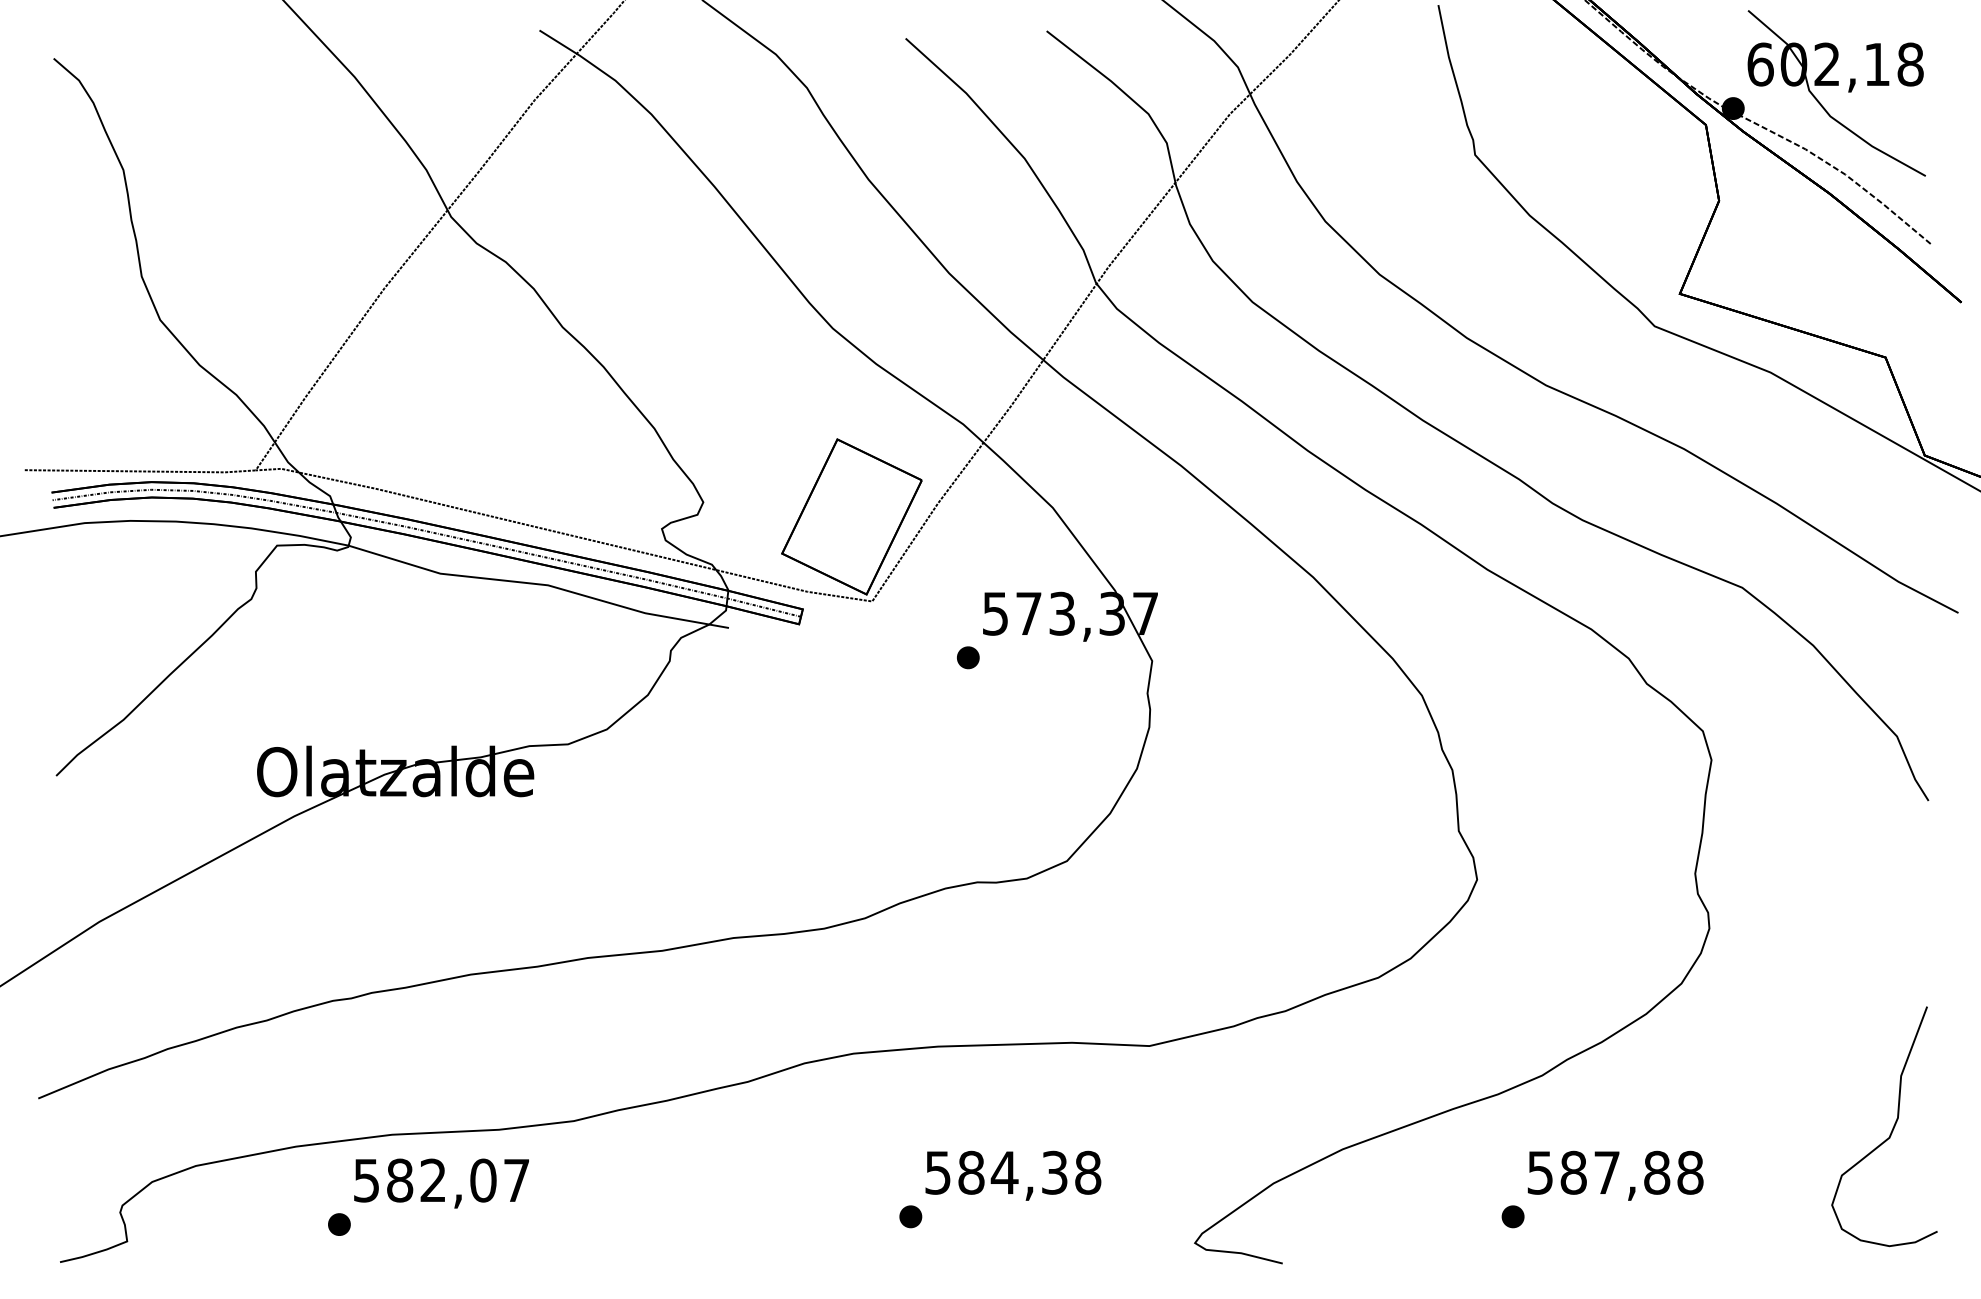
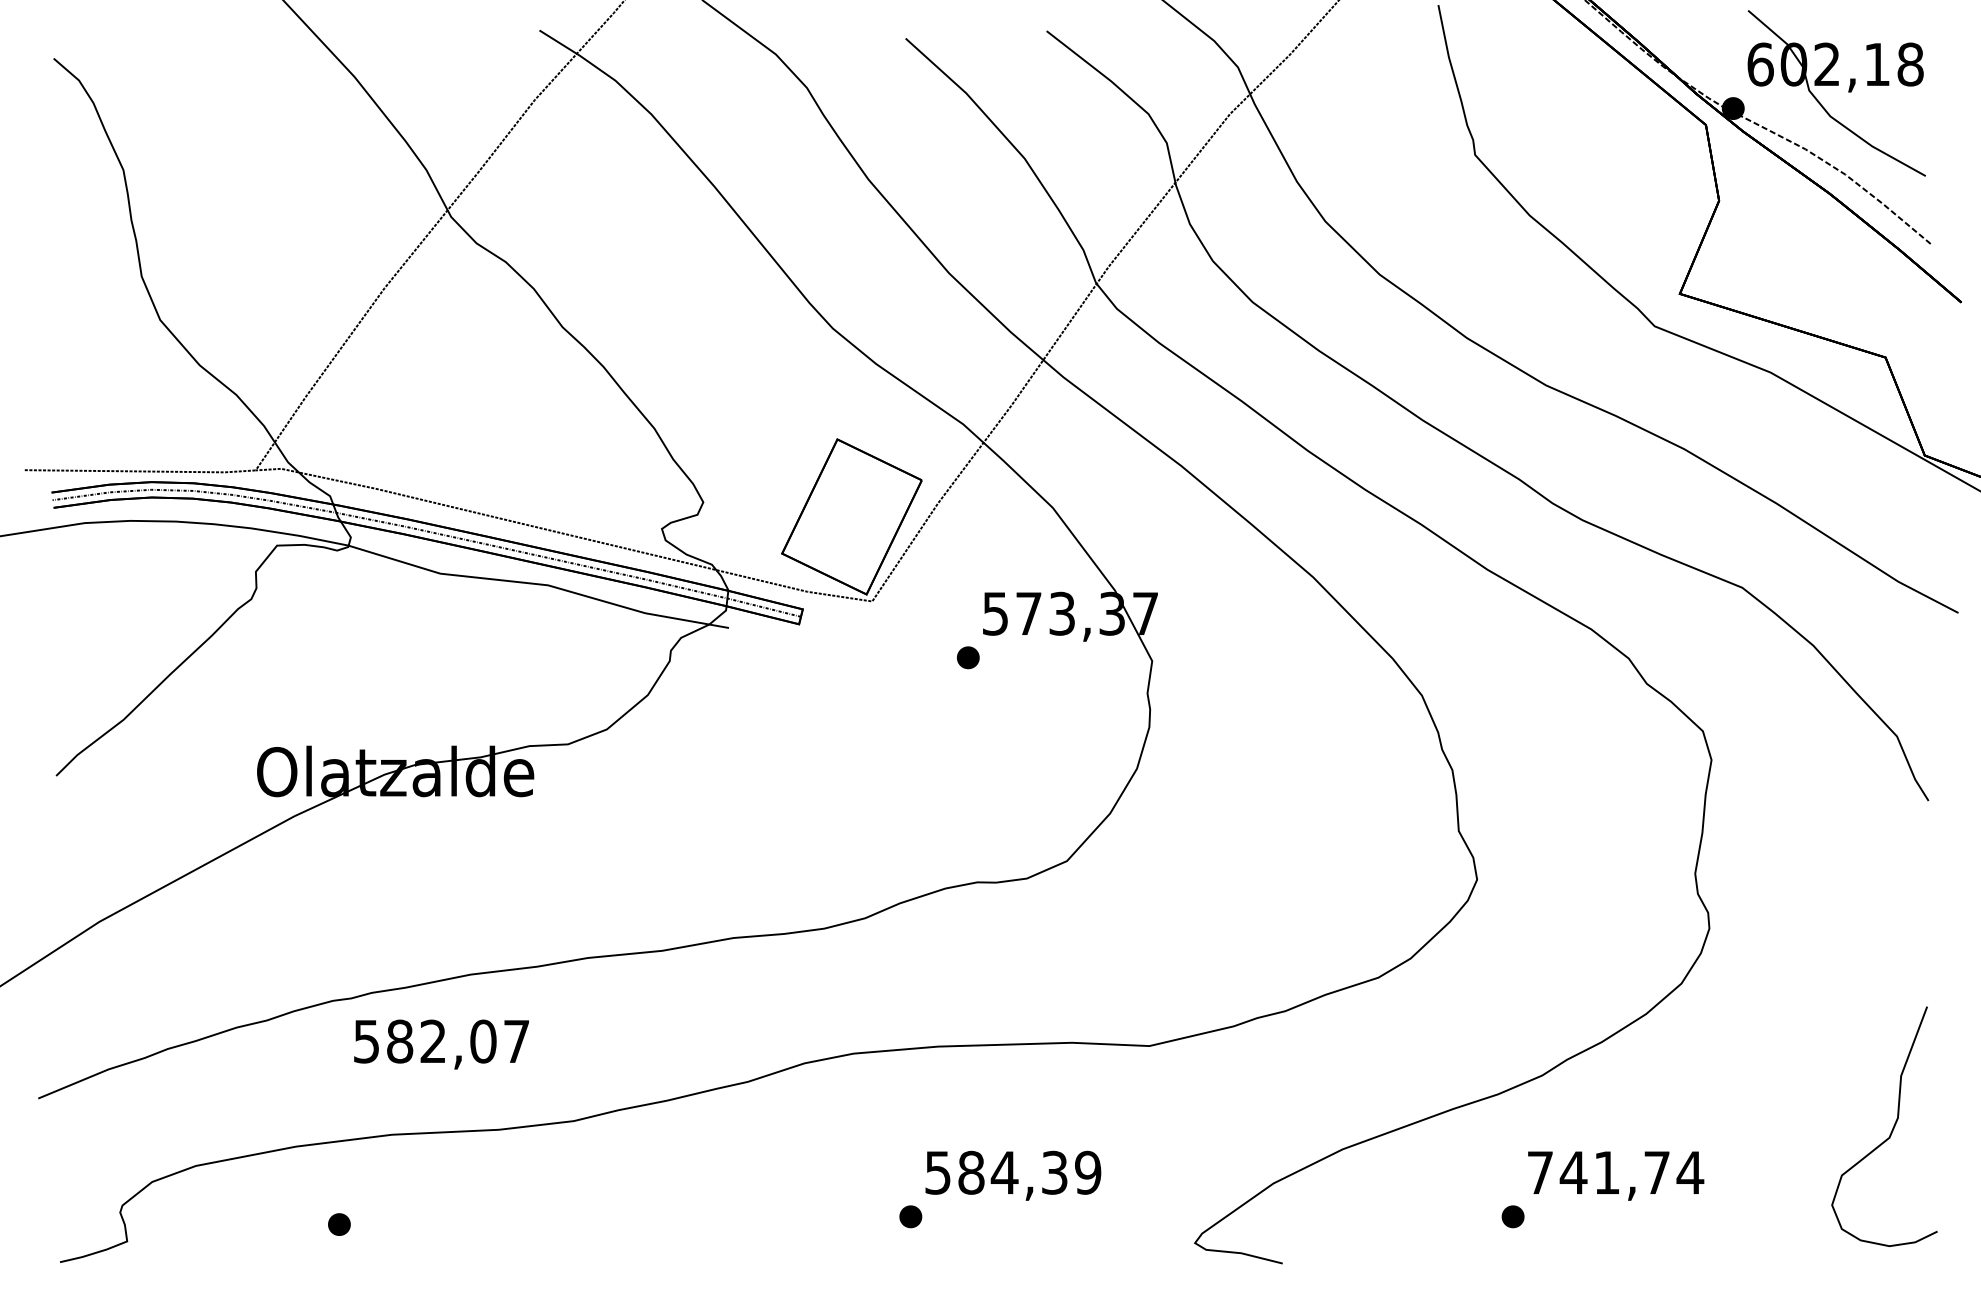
text at (1088, 1172): 584,38 -> 584,39
text at (1615, 1172): 587,88 -> 741,74
text at (441, 1183) position: (441, 1183) -> (441, 1044)
